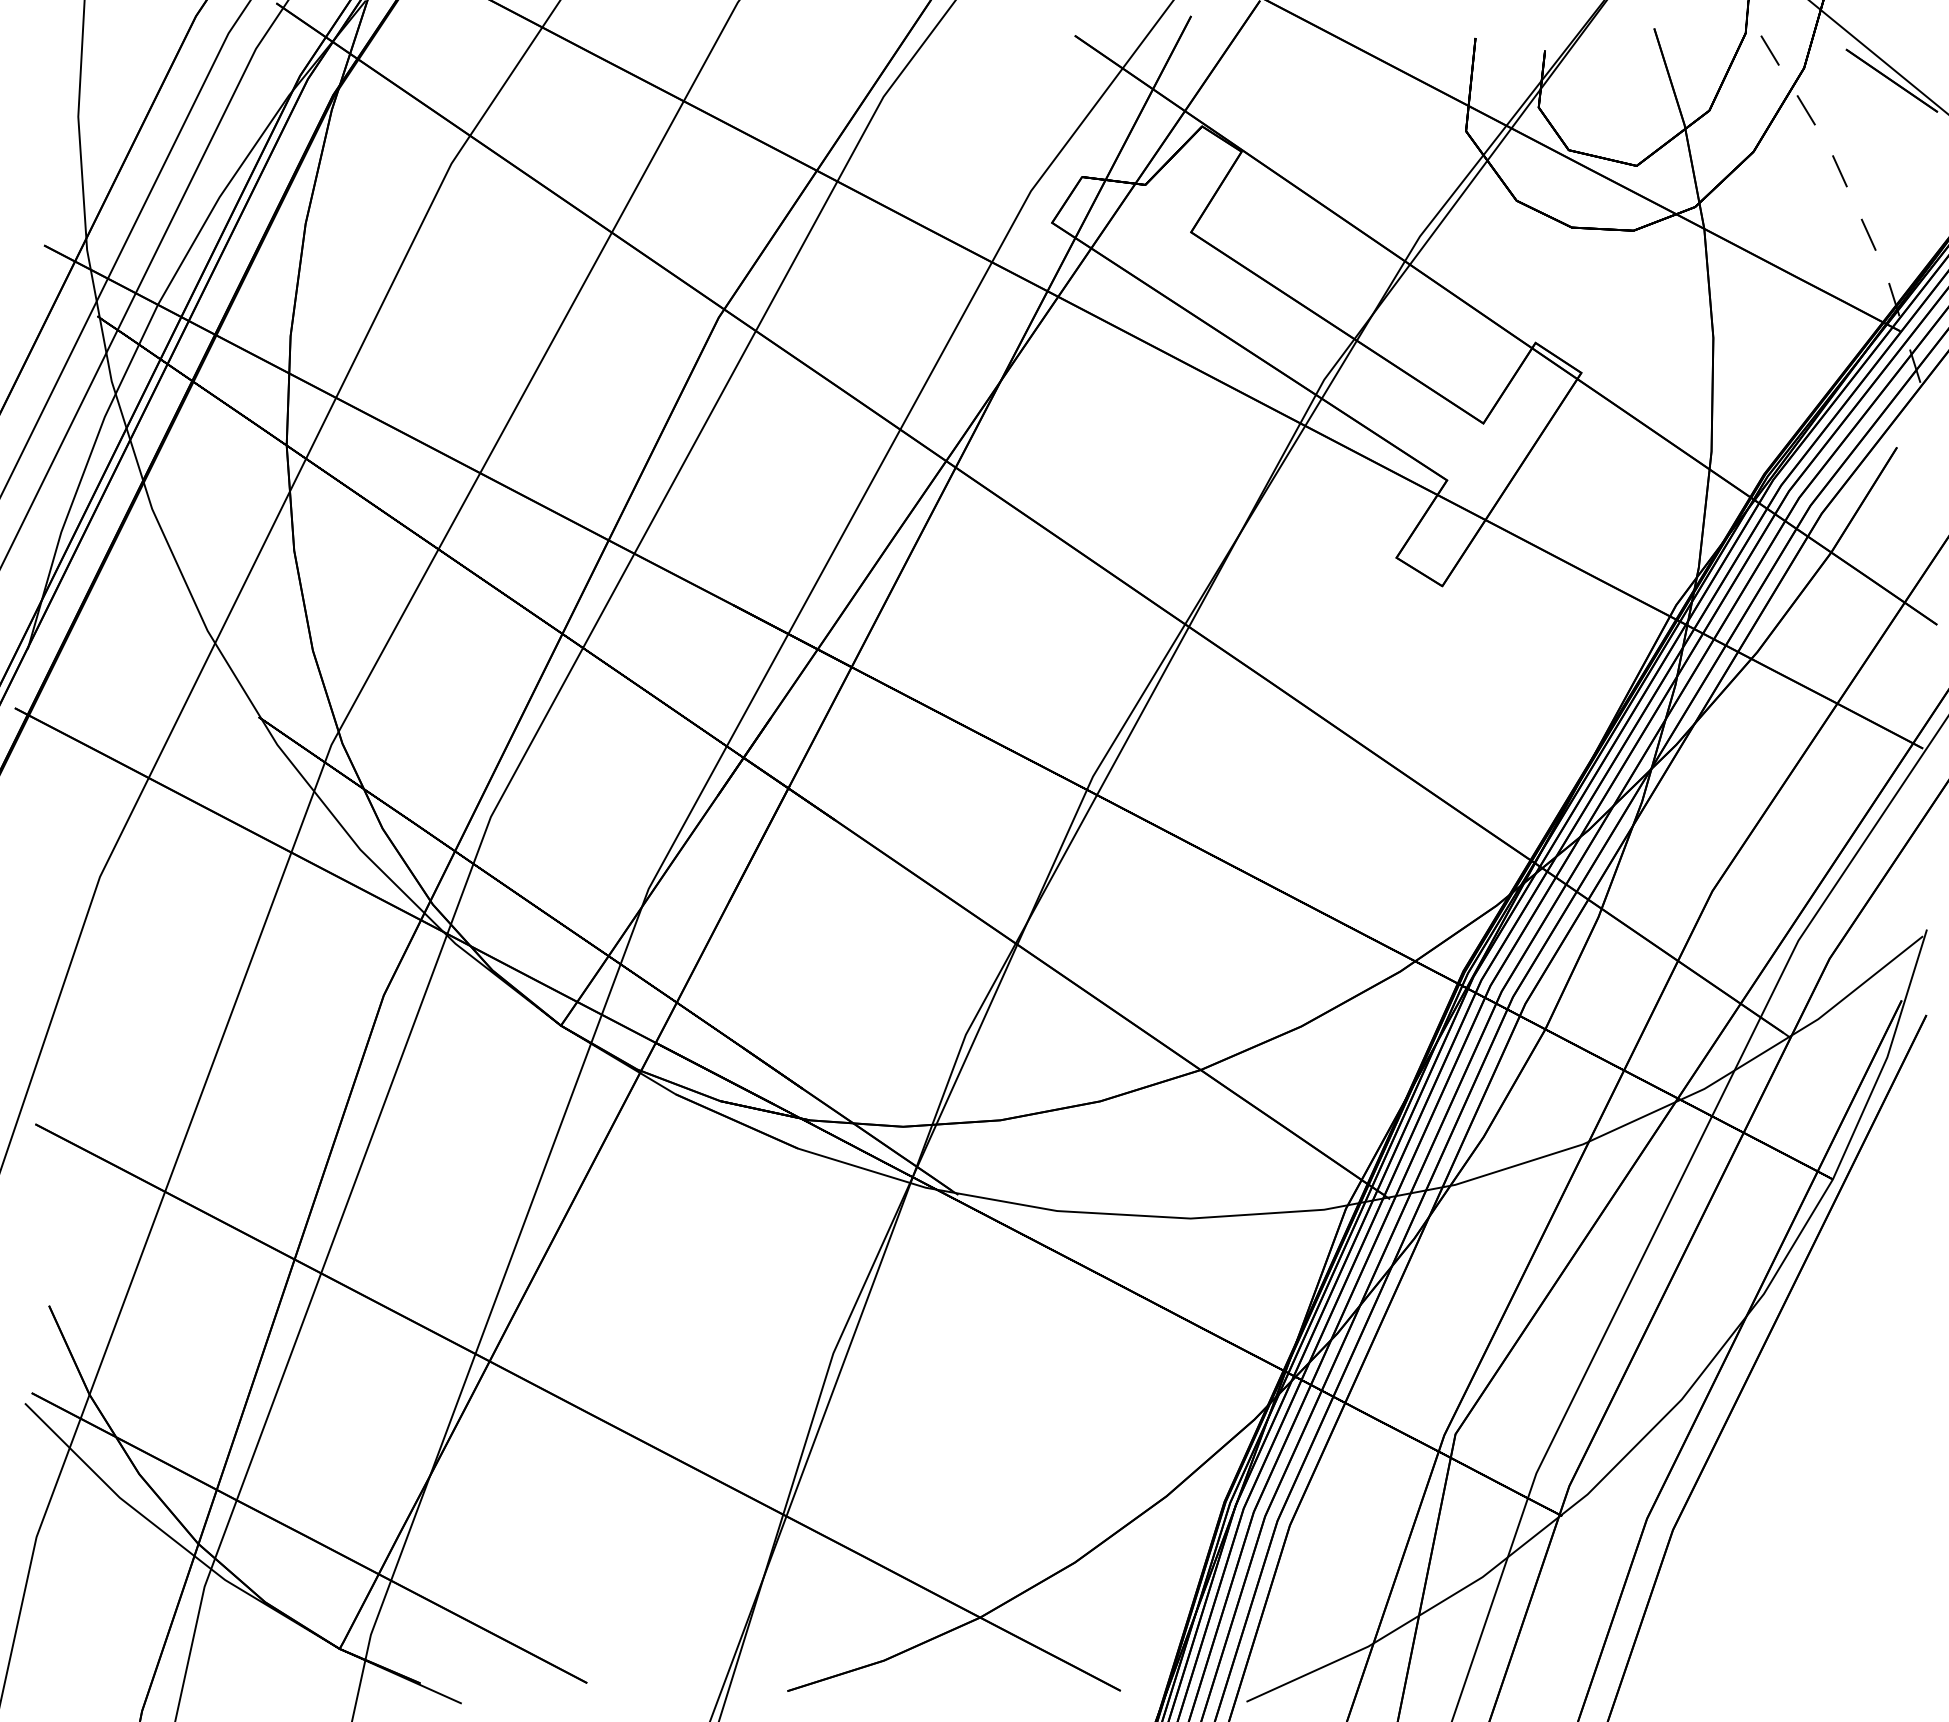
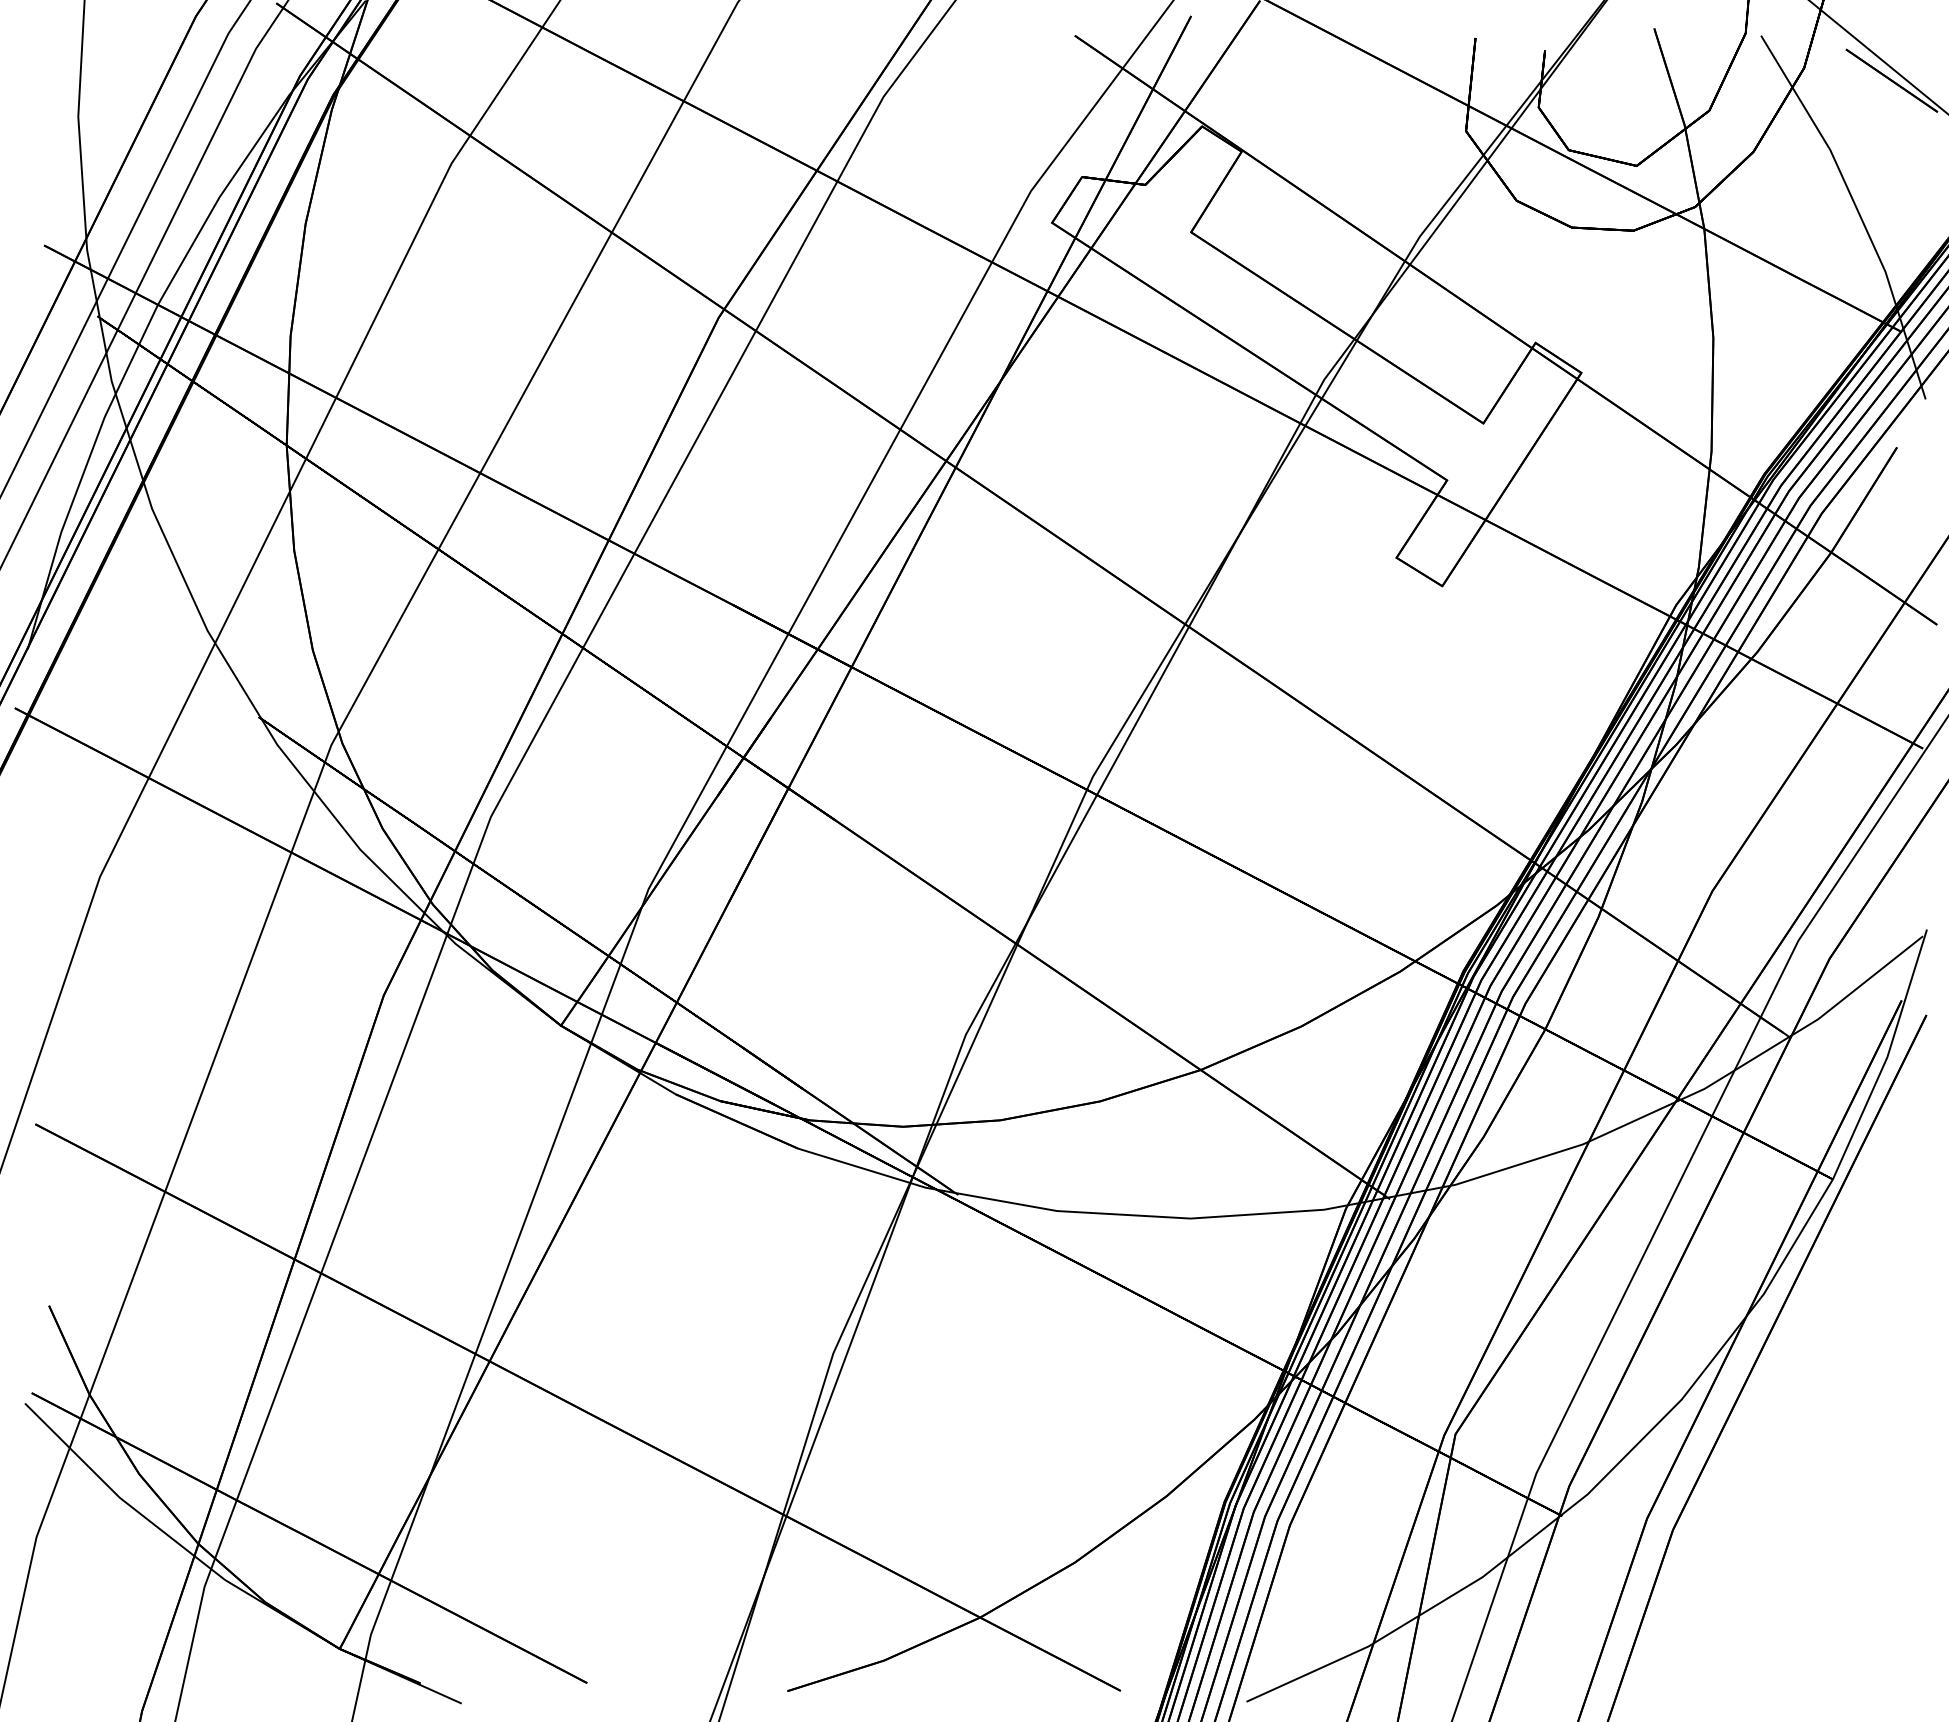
line at (1857, 210): dashed -> solid
